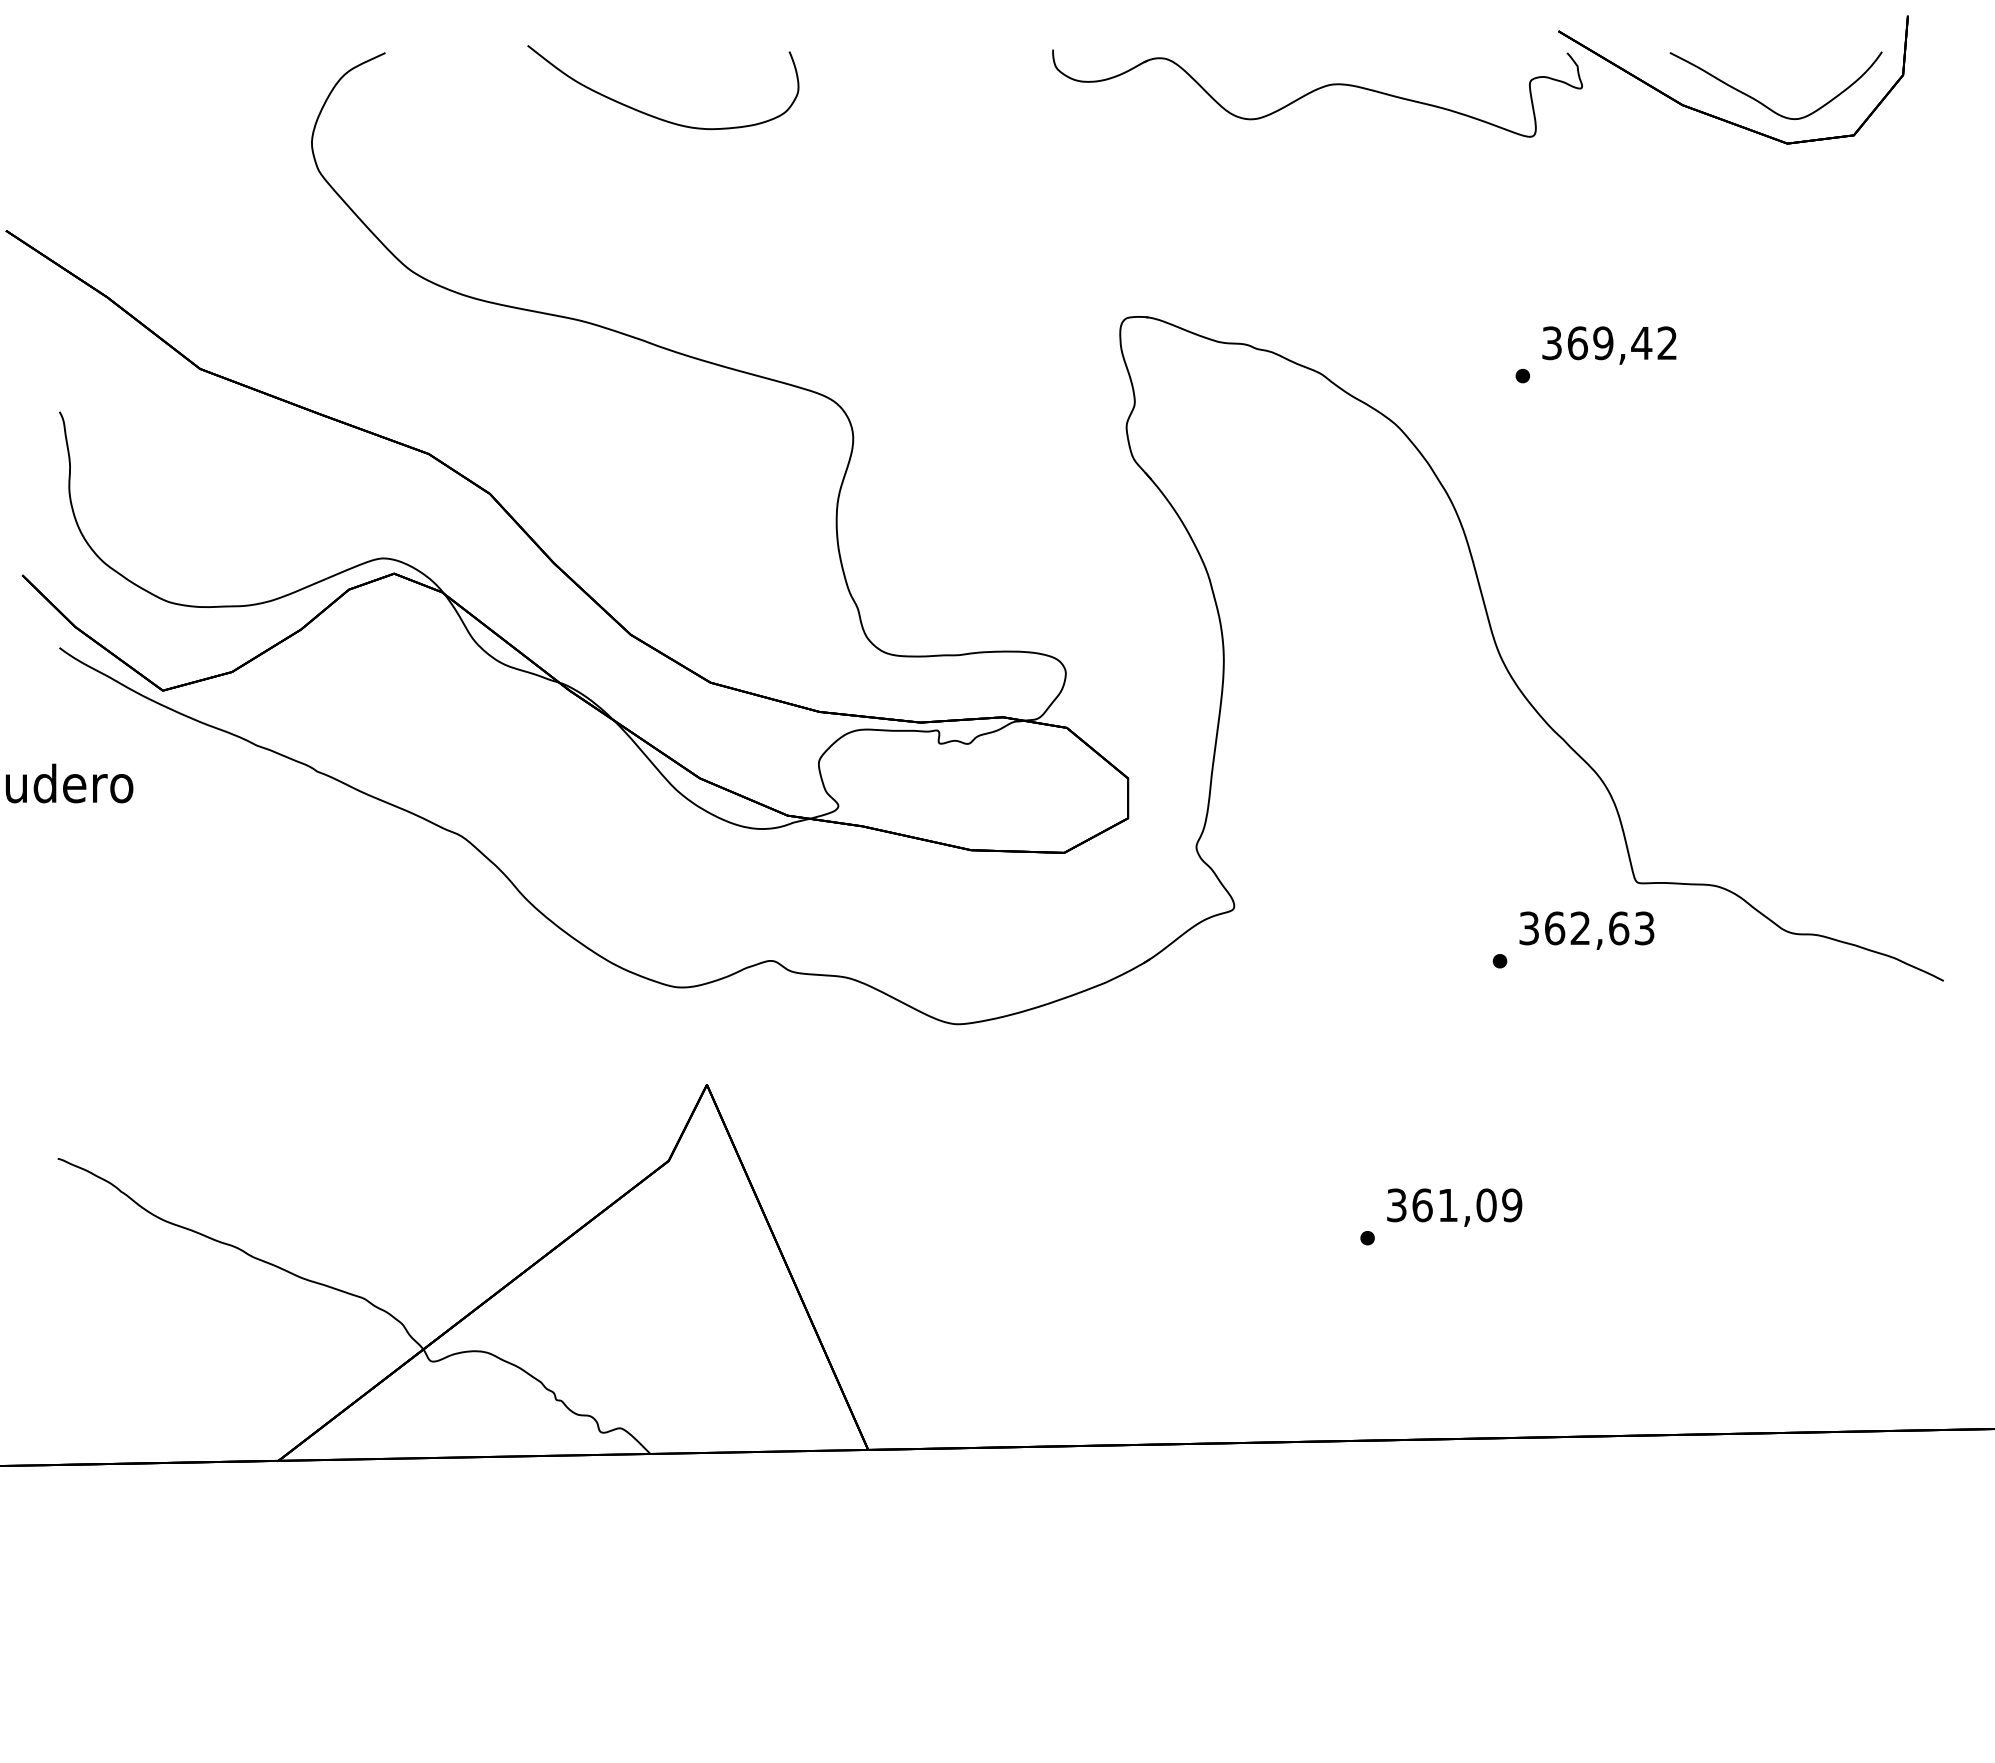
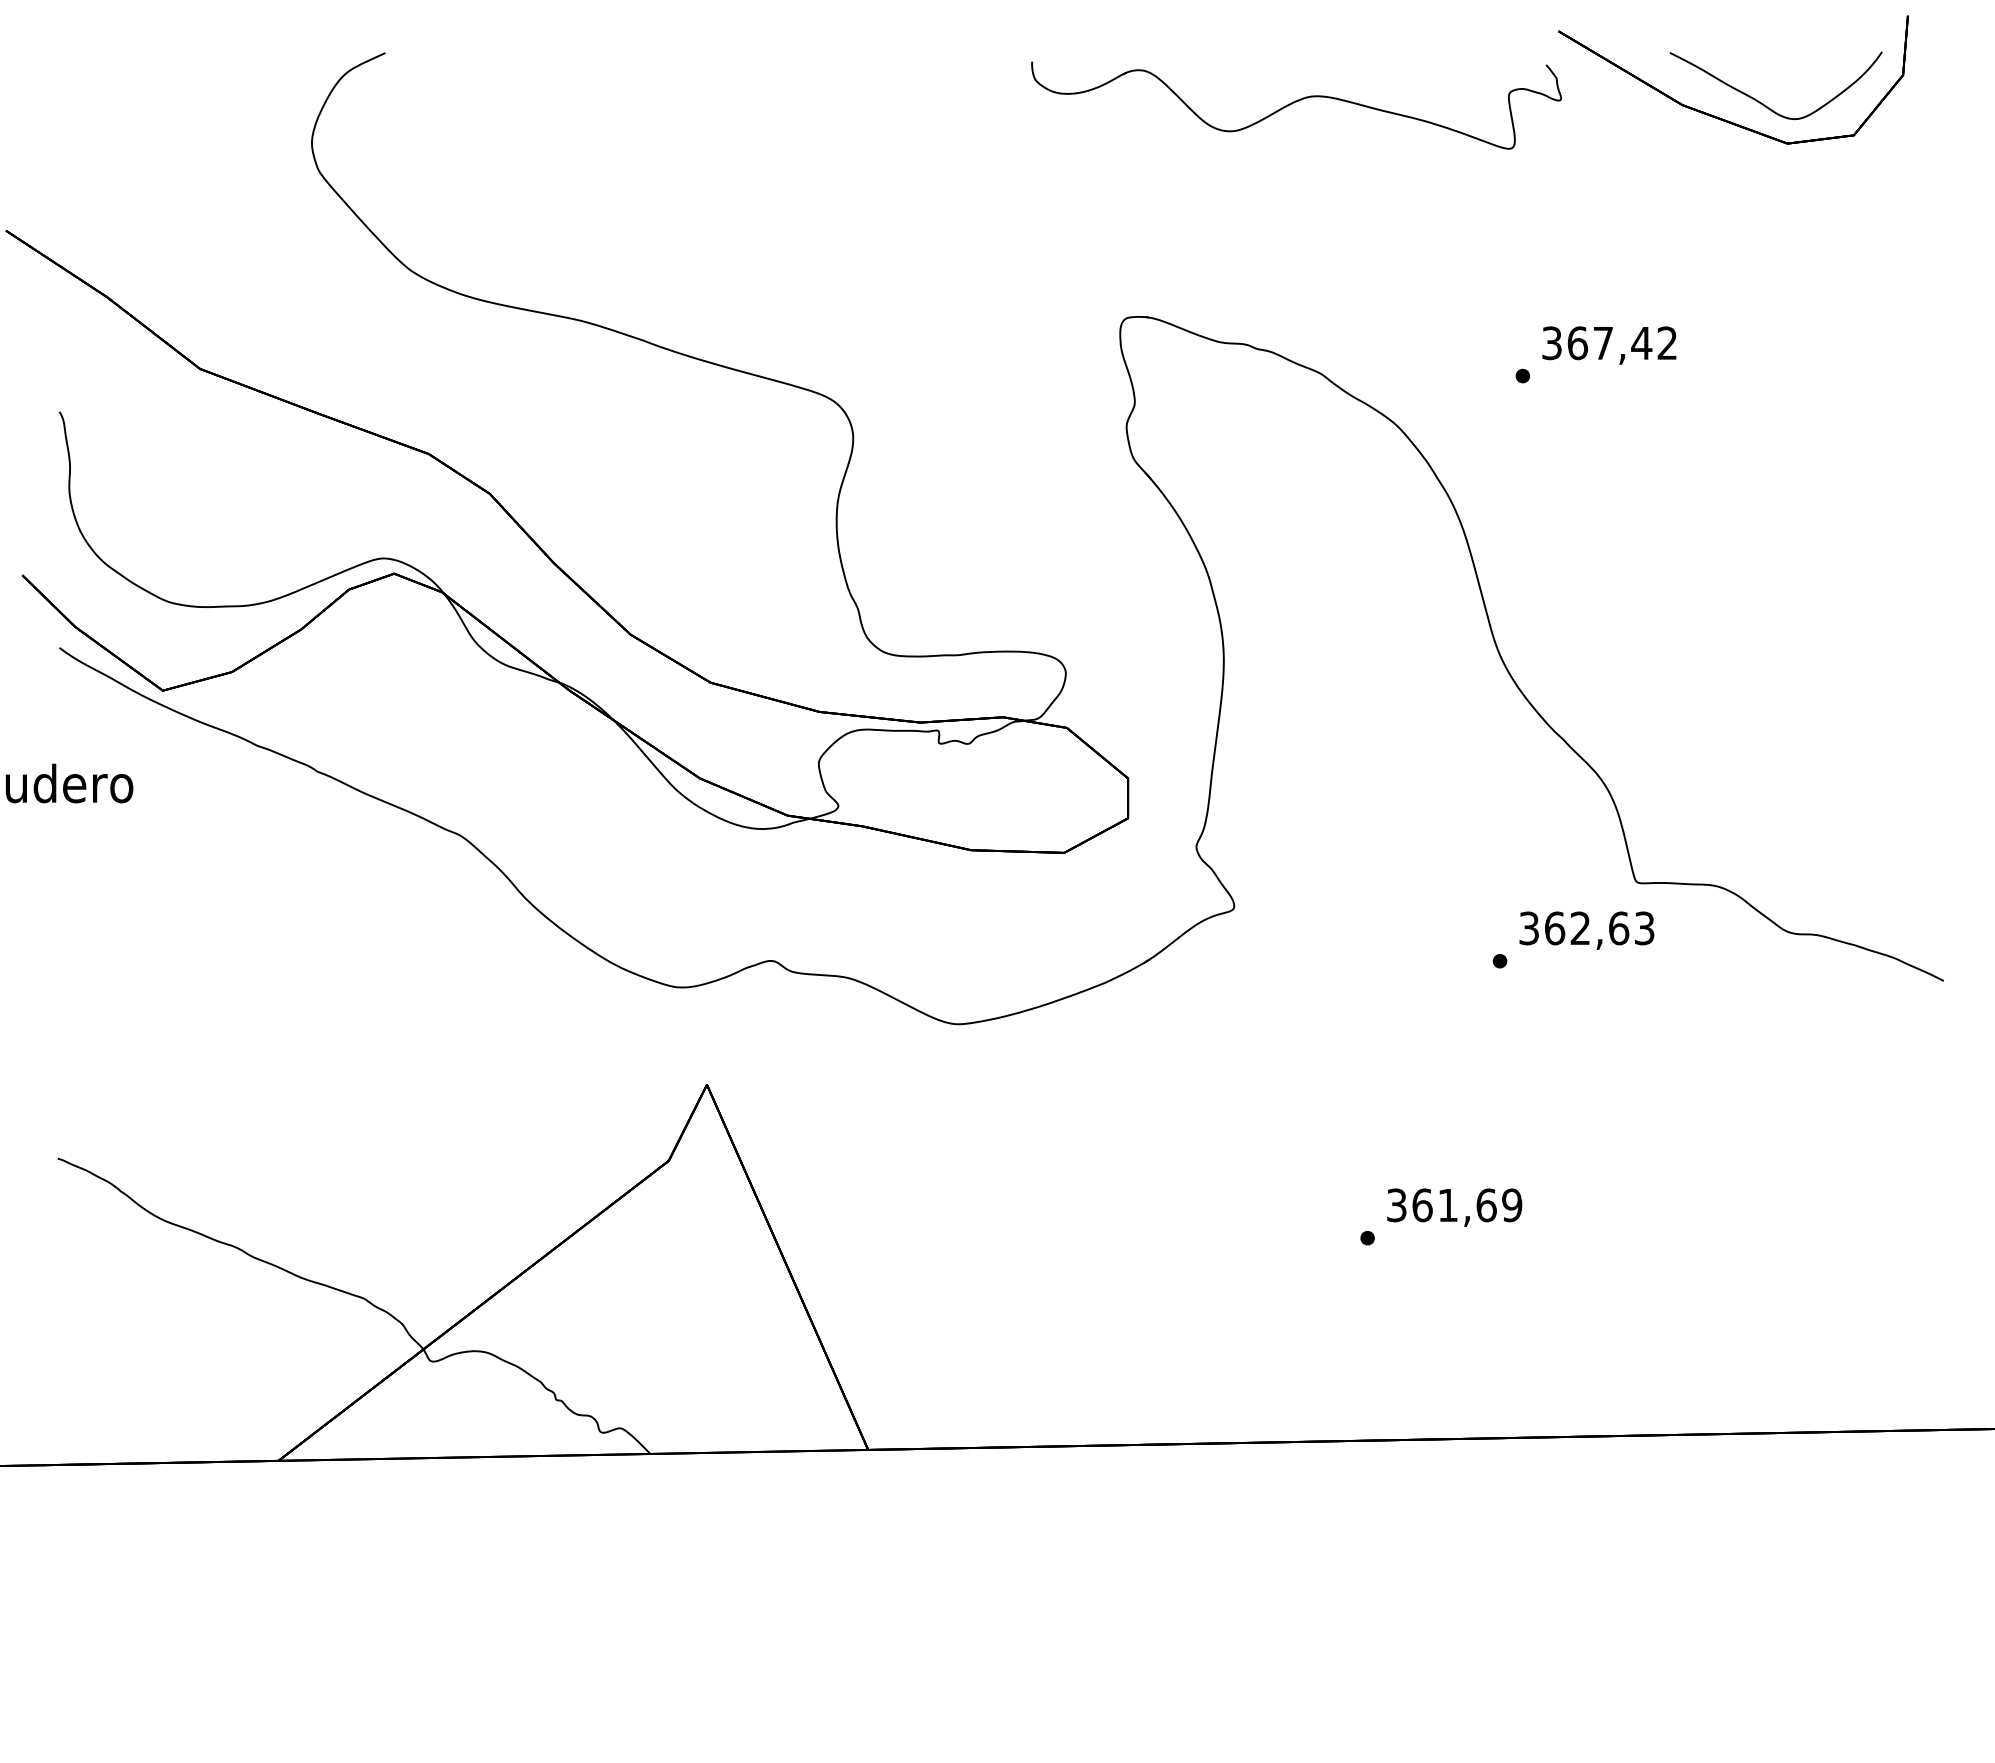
part at (1317, 93) position: (1317, 93) -> (1296, 105)
curve at (653, 115): present -> none
text at (1603, 343): 369,42 -> 367,42
text at (1486, 1205): 361,09 -> 361,69
